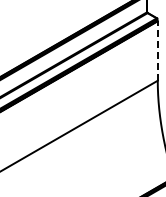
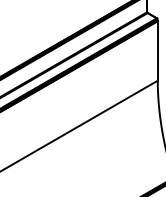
line at (157, 51): dashed -> solid
